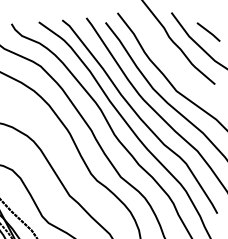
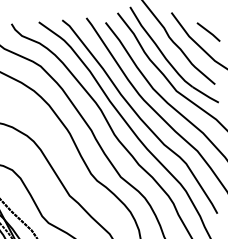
part at (166, 57): none -> present
